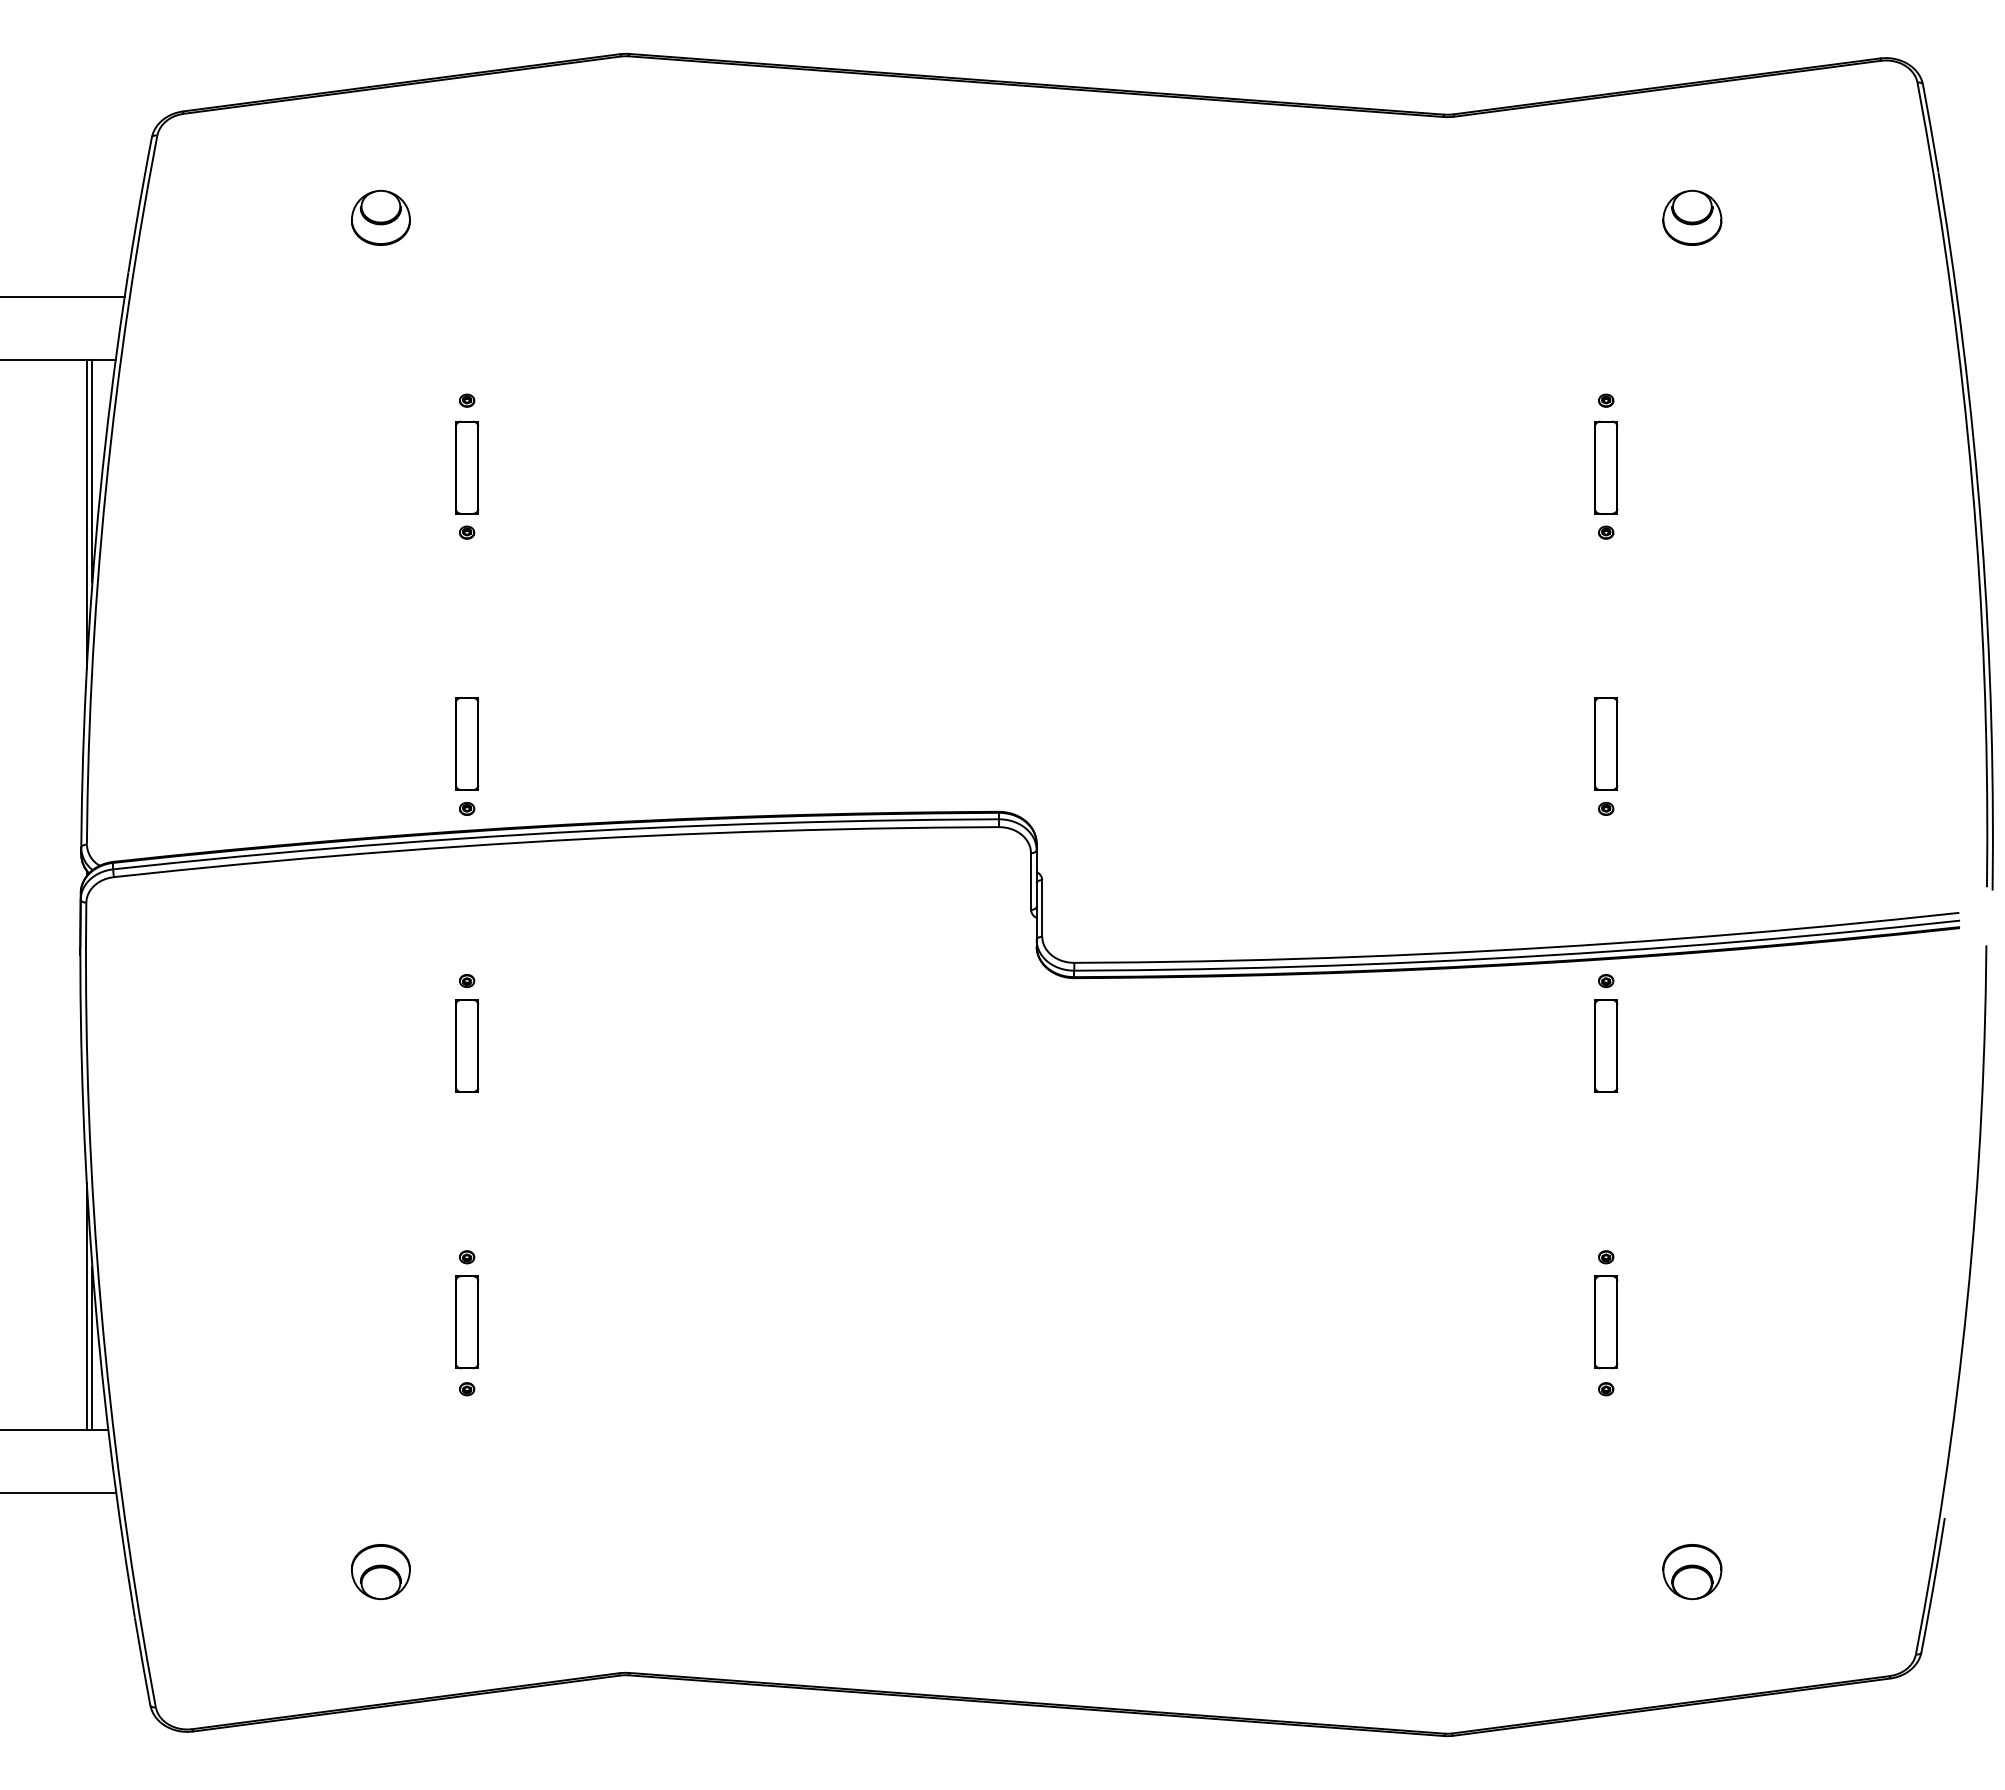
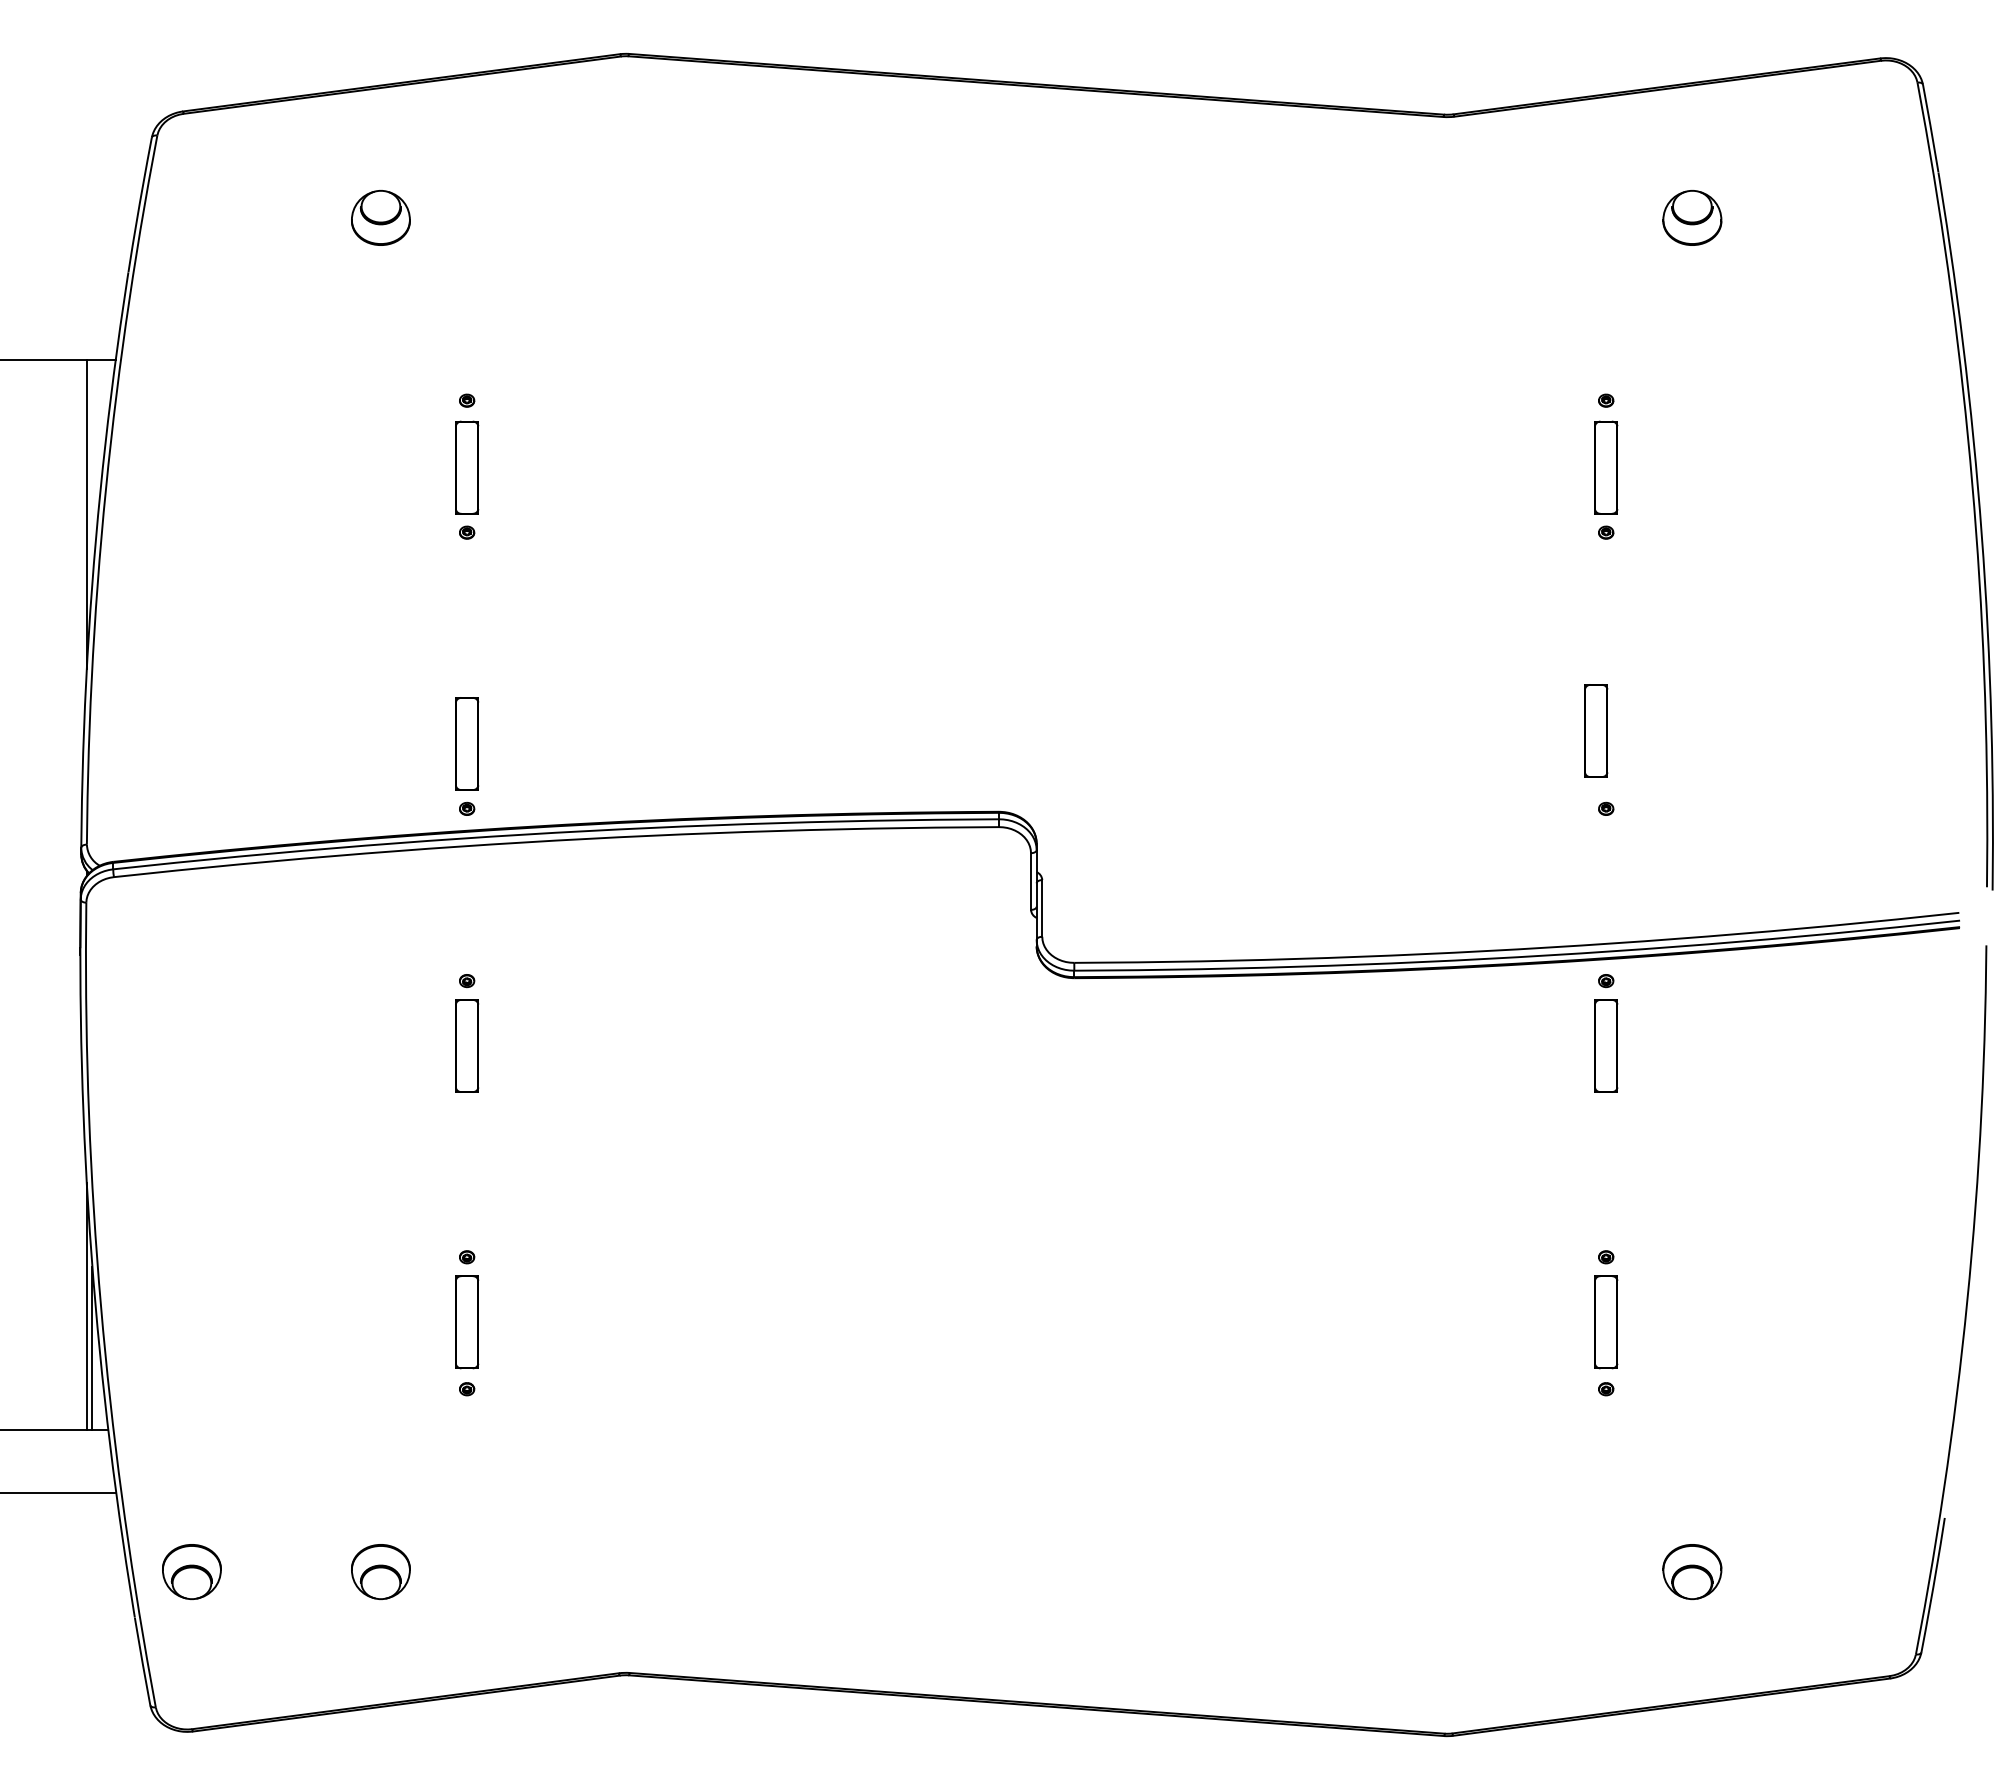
line at (63, 296): present -> none
line at (92, 470): present -> none
part at (1606, 743) position: (1606, 743) -> (1596, 730)
part at (191, 1571): none -> present
